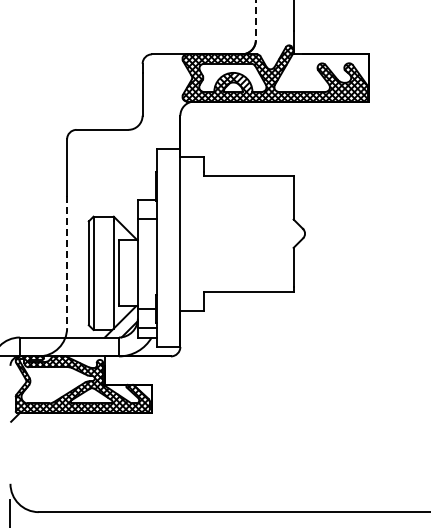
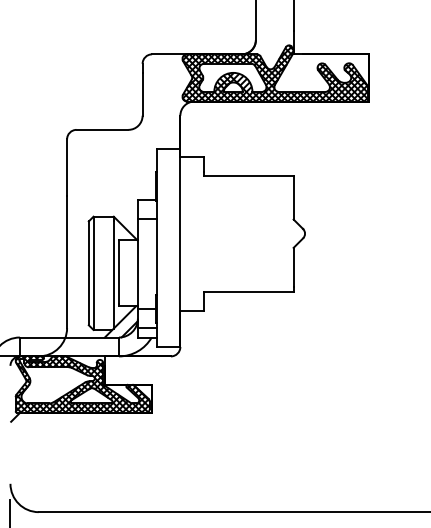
line at (255, 20): dashed -> solid
line at (67, 262): dashed -> solid
